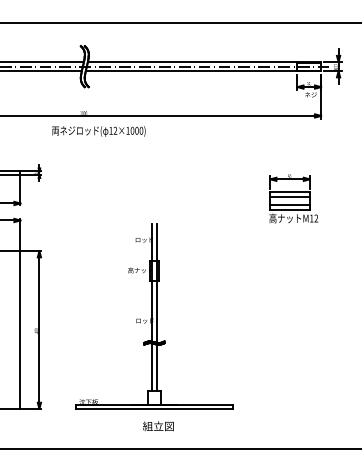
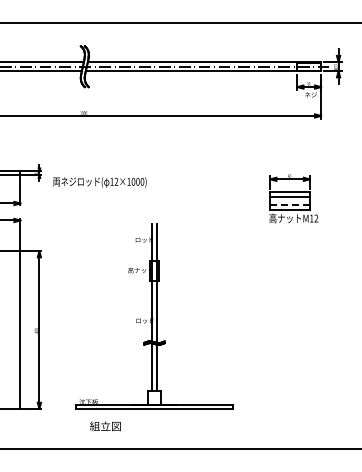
text at (98, 131) position: (98, 131) -> (99, 182)
line at (290, 205): solid -> dashed
text at (158, 426) position: (158, 426) -> (105, 426)
